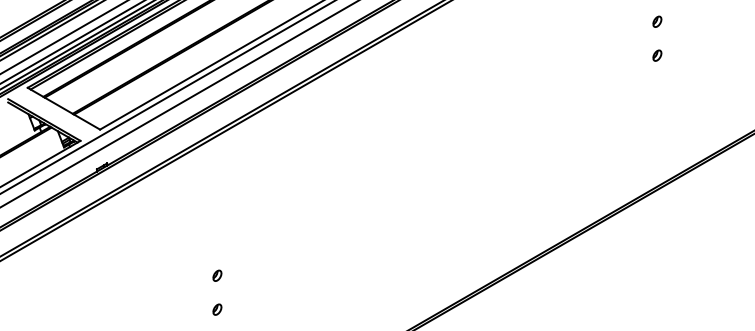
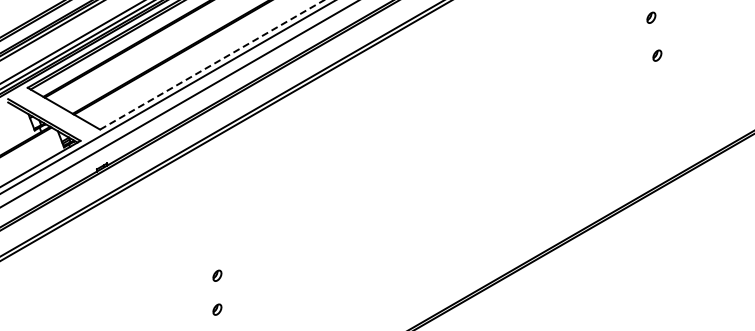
part at (657, 21) position: (657, 21) -> (651, 17)
line at (63, 37): present -> none
line at (212, 64): solid -> dashed
